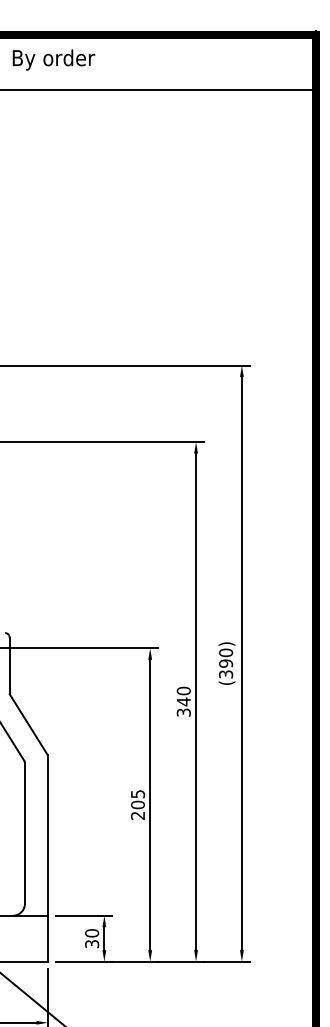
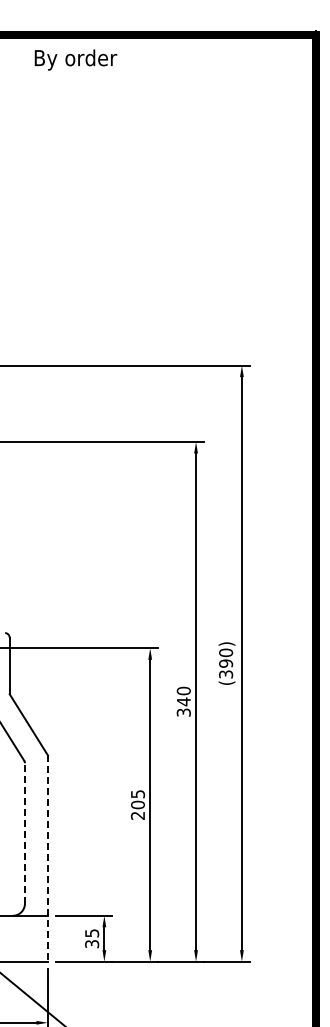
text at (53, 59) position: (53, 59) -> (75, 59)
line at (159, 89): present -> none
line at (24, 832): solid -> dashed
line at (47, 859): solid -> dashed
text at (92, 933): 30 -> 35
